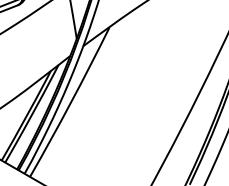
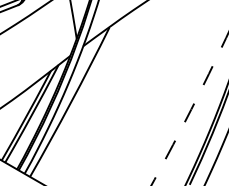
arc at (191, 109): solid -> dashed
